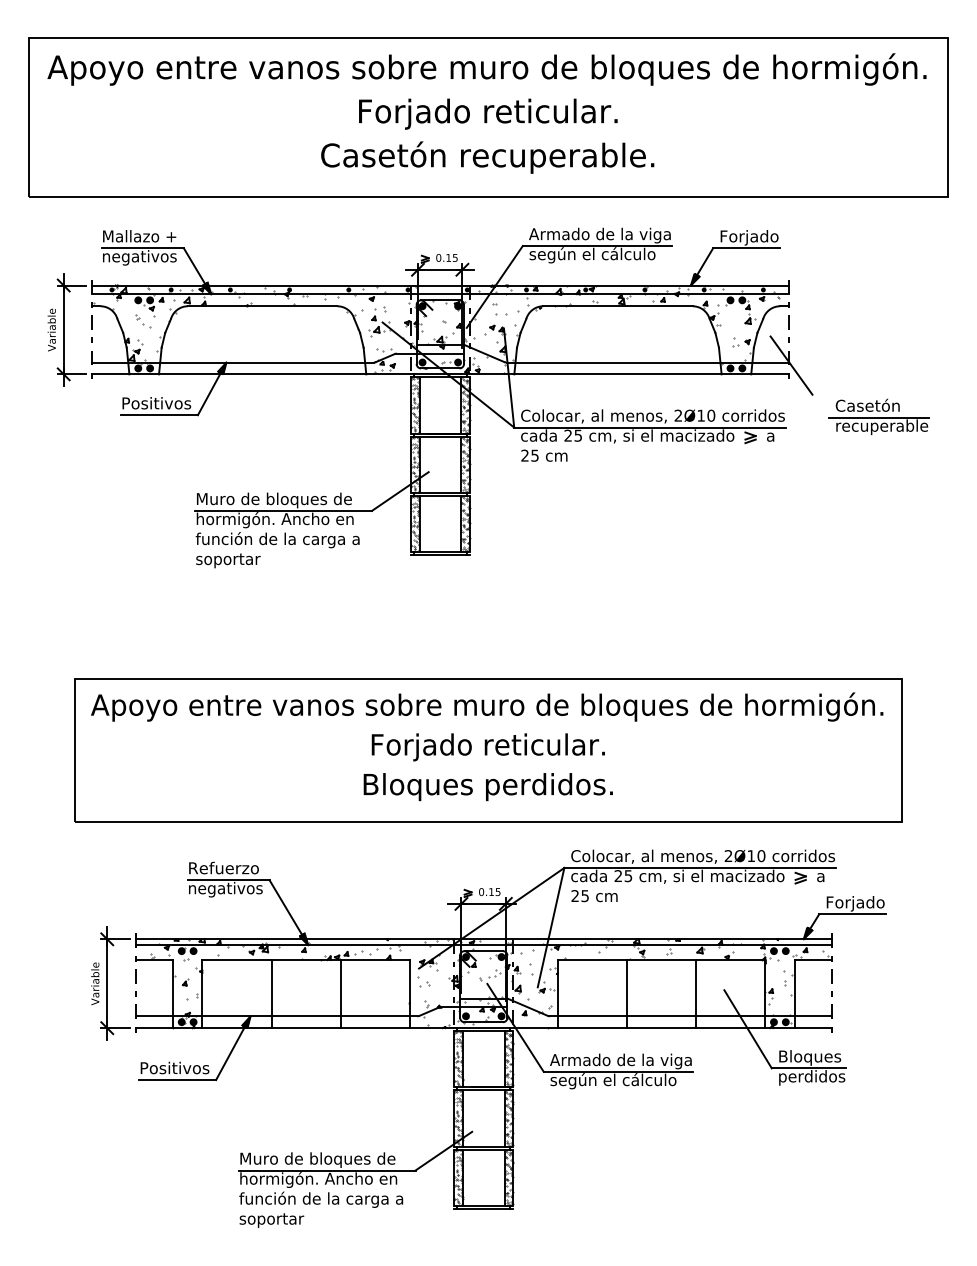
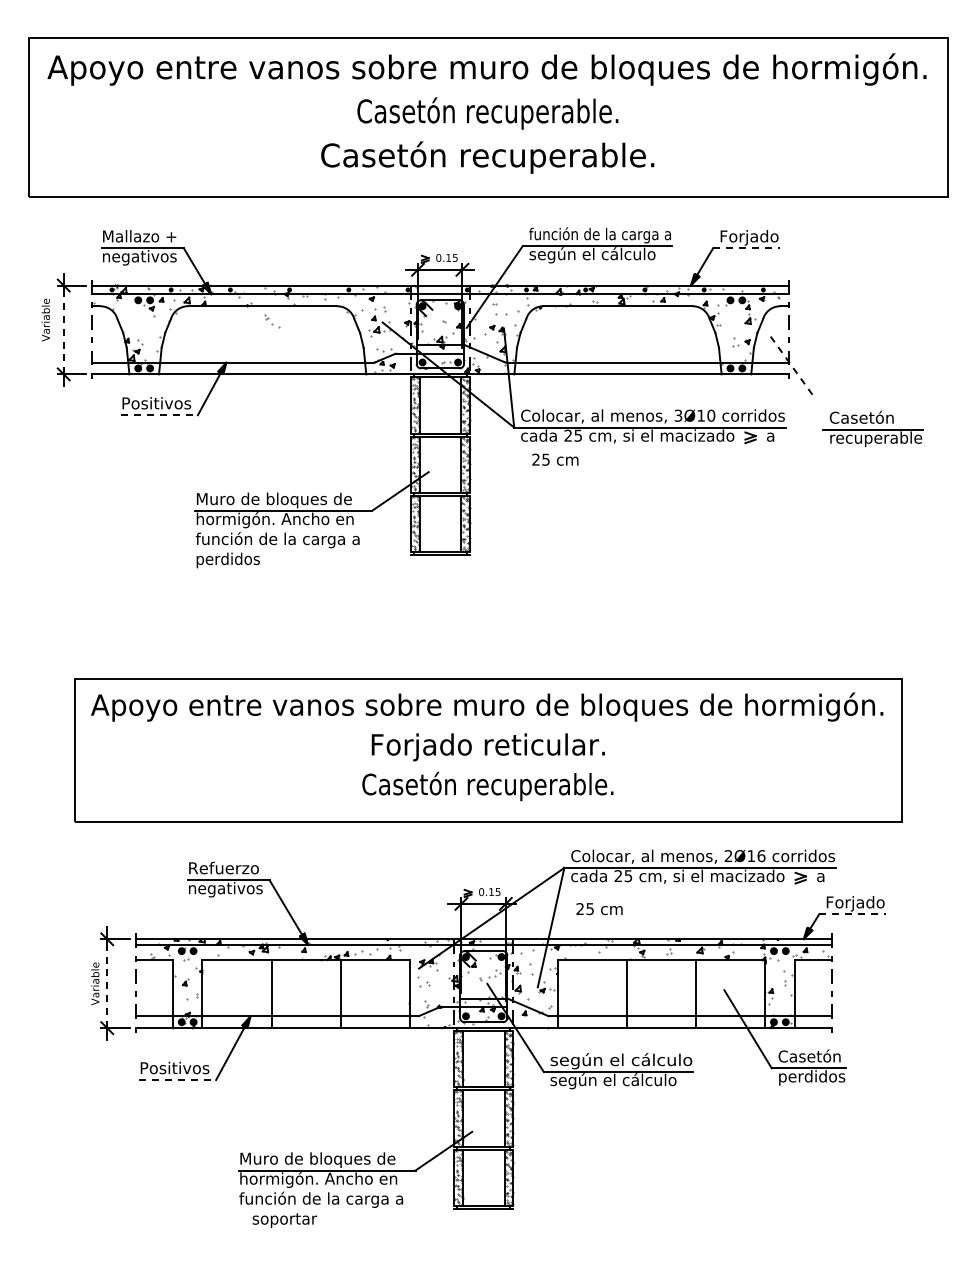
text at (487, 113): Forjado reticular. -> Casetón recuperable.
text at (599, 235): Armado de la viga -> función de la carga a
line at (746, 248): solid -> dashed
part at (143, 321) position: (143, 321) -> (272, 321)
text at (51, 329) position: (51, 329) -> (45, 319)
line at (63, 329): solid -> dashed
line at (791, 365): solid -> dashed
line at (159, 415): solid -> dashed
text at (678, 415): 2Ø10 -> 3Ø10
part at (878, 416) position: (878, 416) -> (872, 428)
text at (544, 455) position: (544, 455) -> (555, 459)
text at (228, 560): soportar -> perdidos
text at (487, 786): Bloques perdidos. -> Casetón recuperable.
text at (761, 855): 2Ø10 -> 2Ø16
text at (594, 896) position: (594, 896) -> (599, 909)
line at (852, 914): solid -> dashed
line at (107, 983): solid -> dashed
text at (809, 1057): Bloques -> Casetón
text at (621, 1061): Armado de la viga -> según el cálculo
line at (178, 1080): solid -> dashed
text at (271, 1220) position: (271, 1220) -> (284, 1220)
